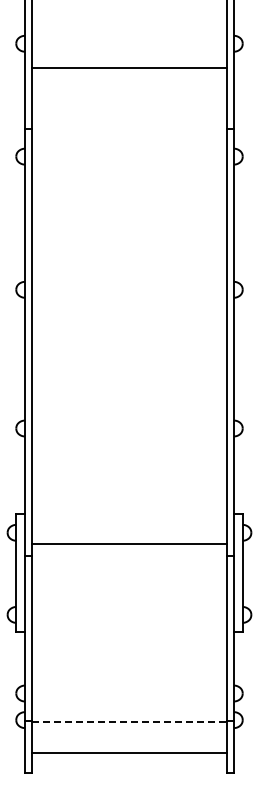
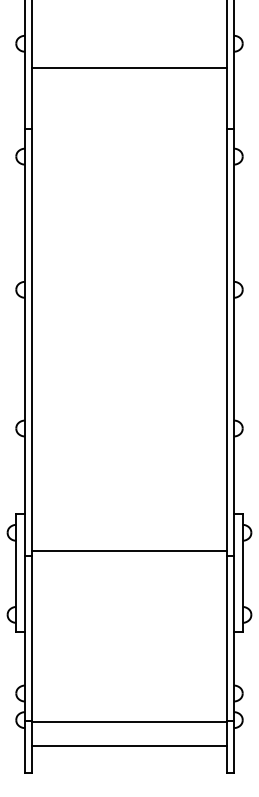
line at (129, 543) position: (129, 543) -> (129, 550)
line at (129, 722): dashed -> solid
line at (129, 753) position: (129, 753) -> (129, 746)
